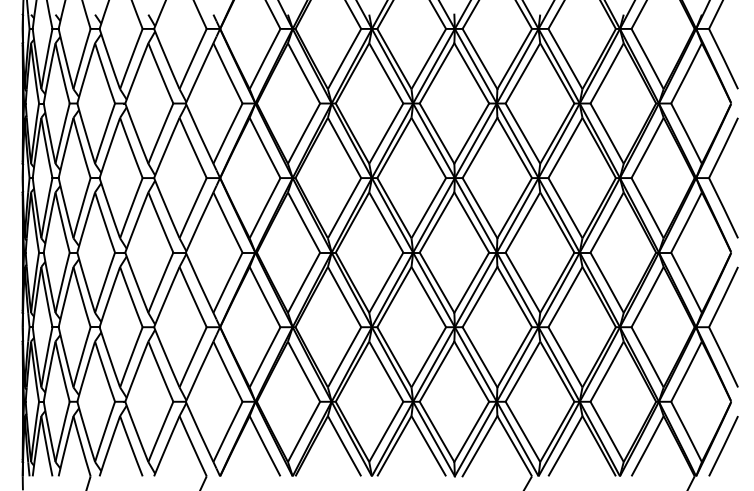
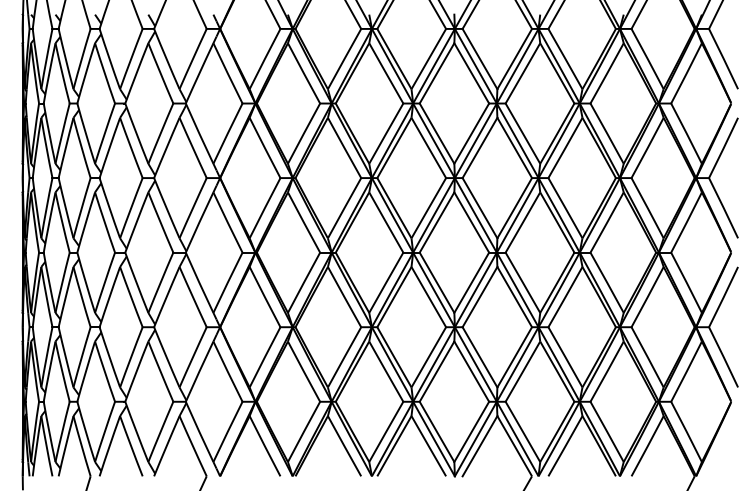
line at (723, 445): present -> none
